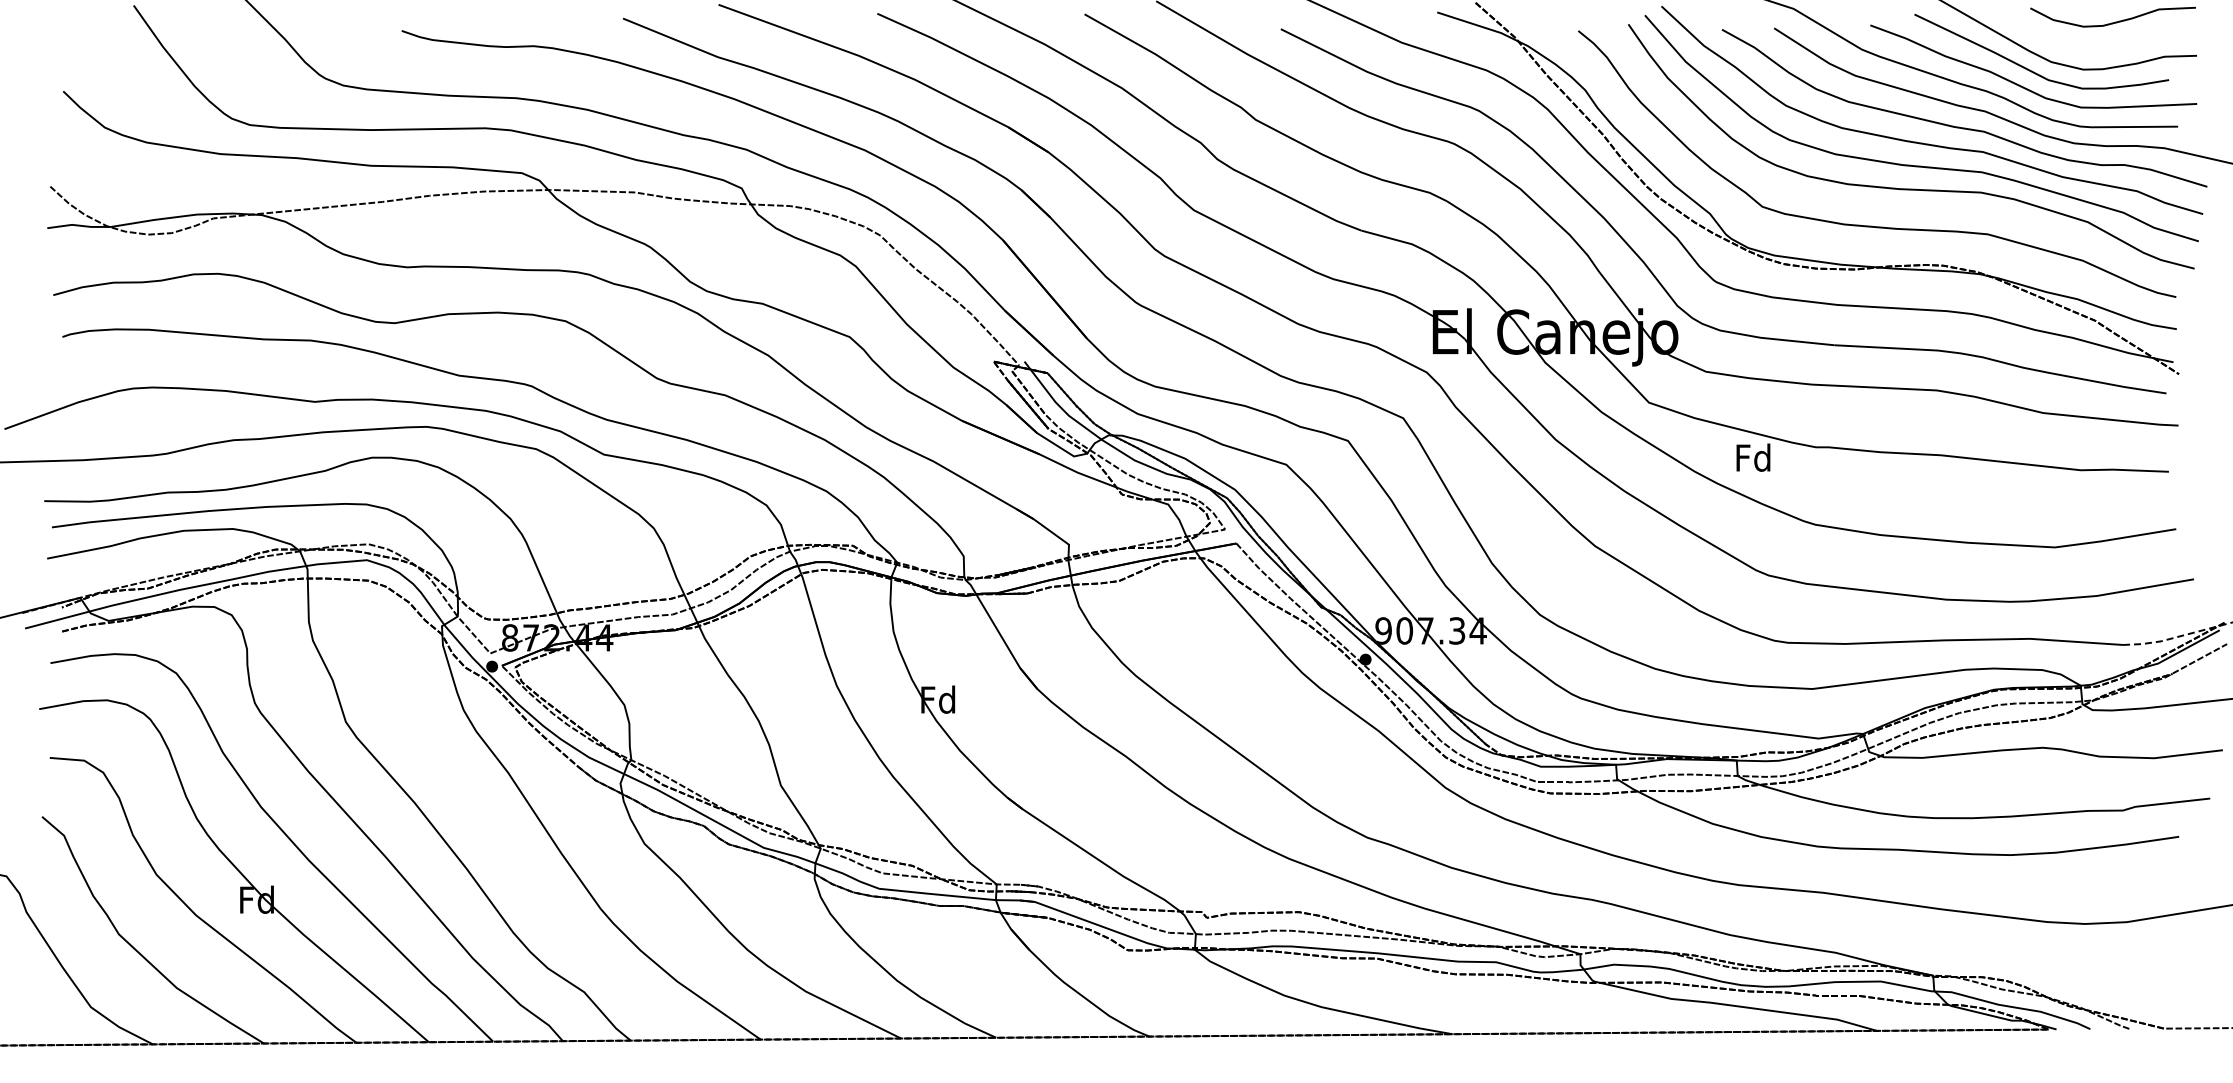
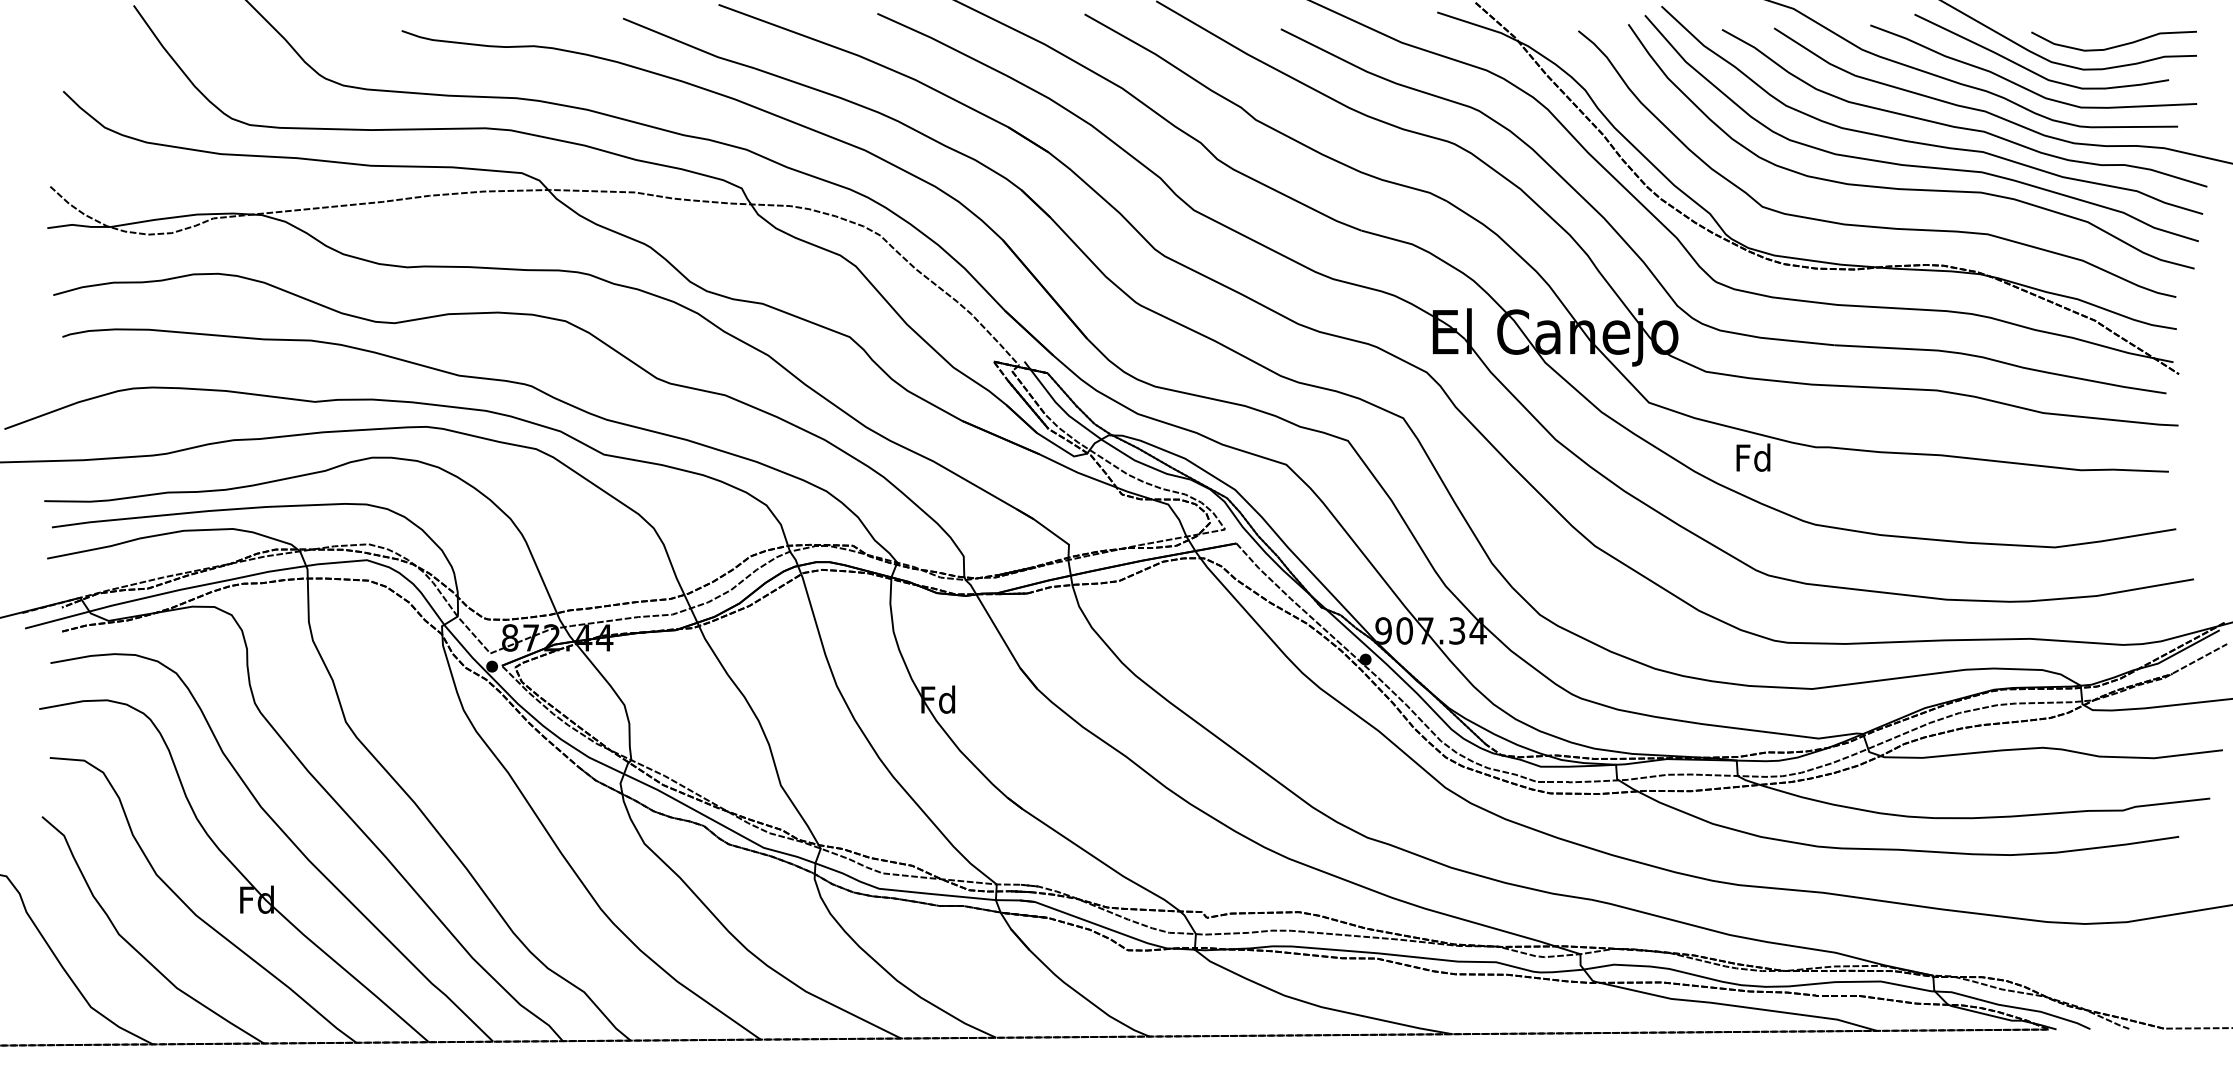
curve at (2115, 21) position: (2115, 21) -> (2116, 45)
line at (2177, 637): dashed -> solid
